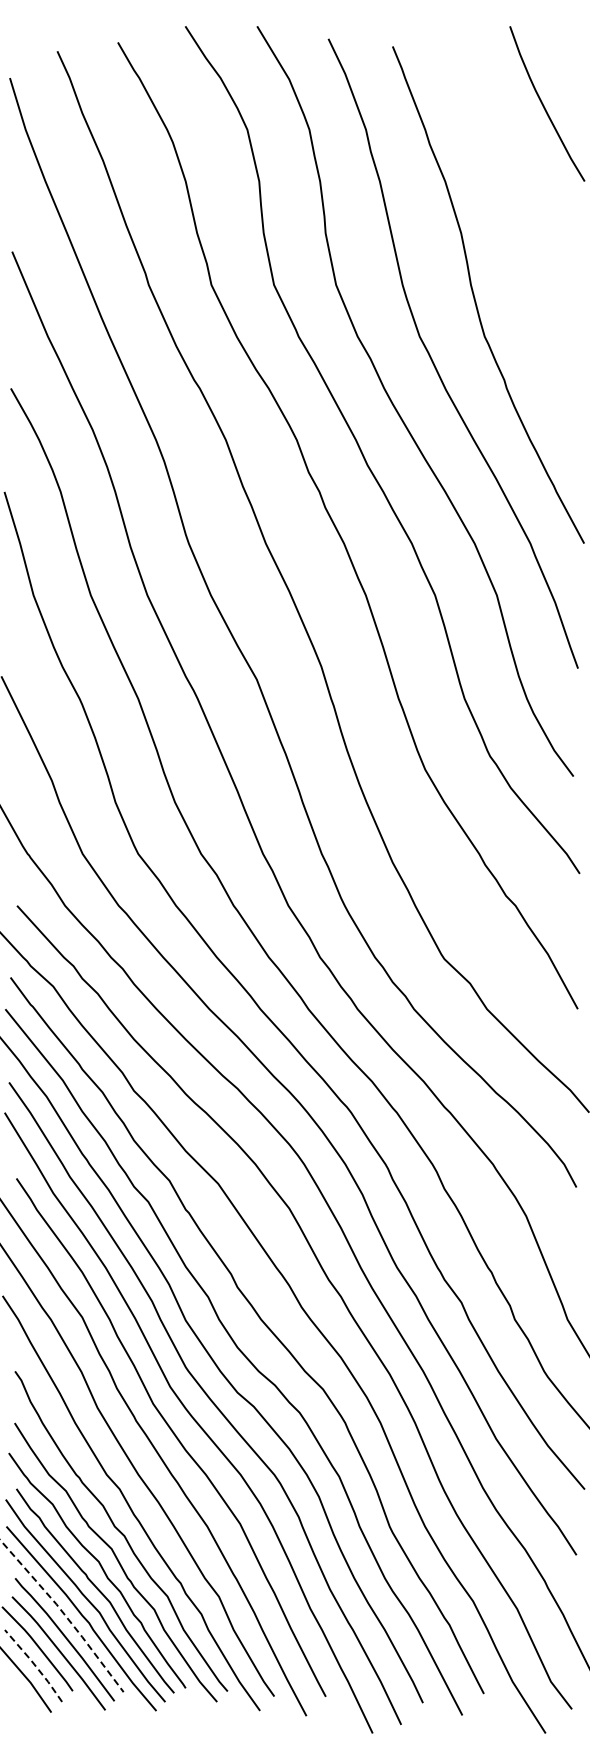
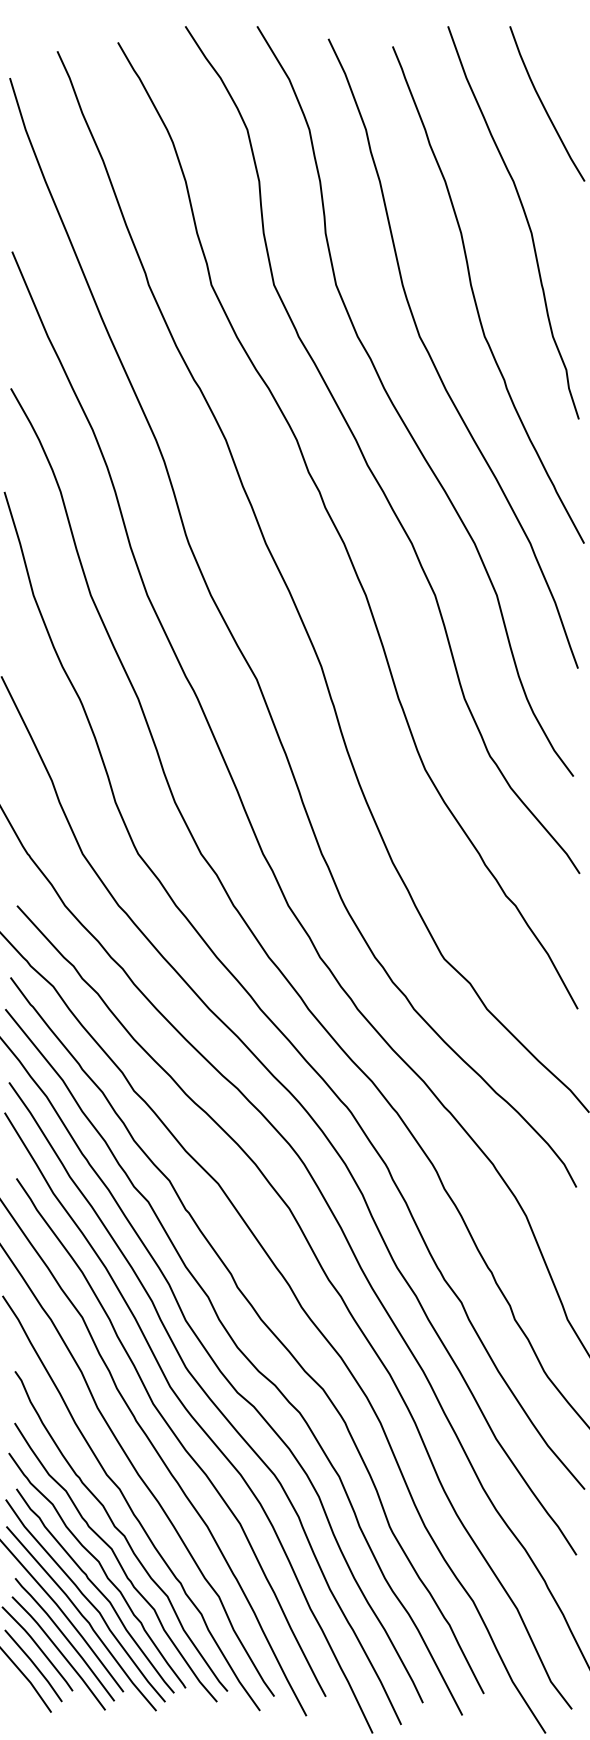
curve at (525, 218): none -> present
line at (64, 1614): dashed -> solid
line at (34, 1665): dashed -> solid
